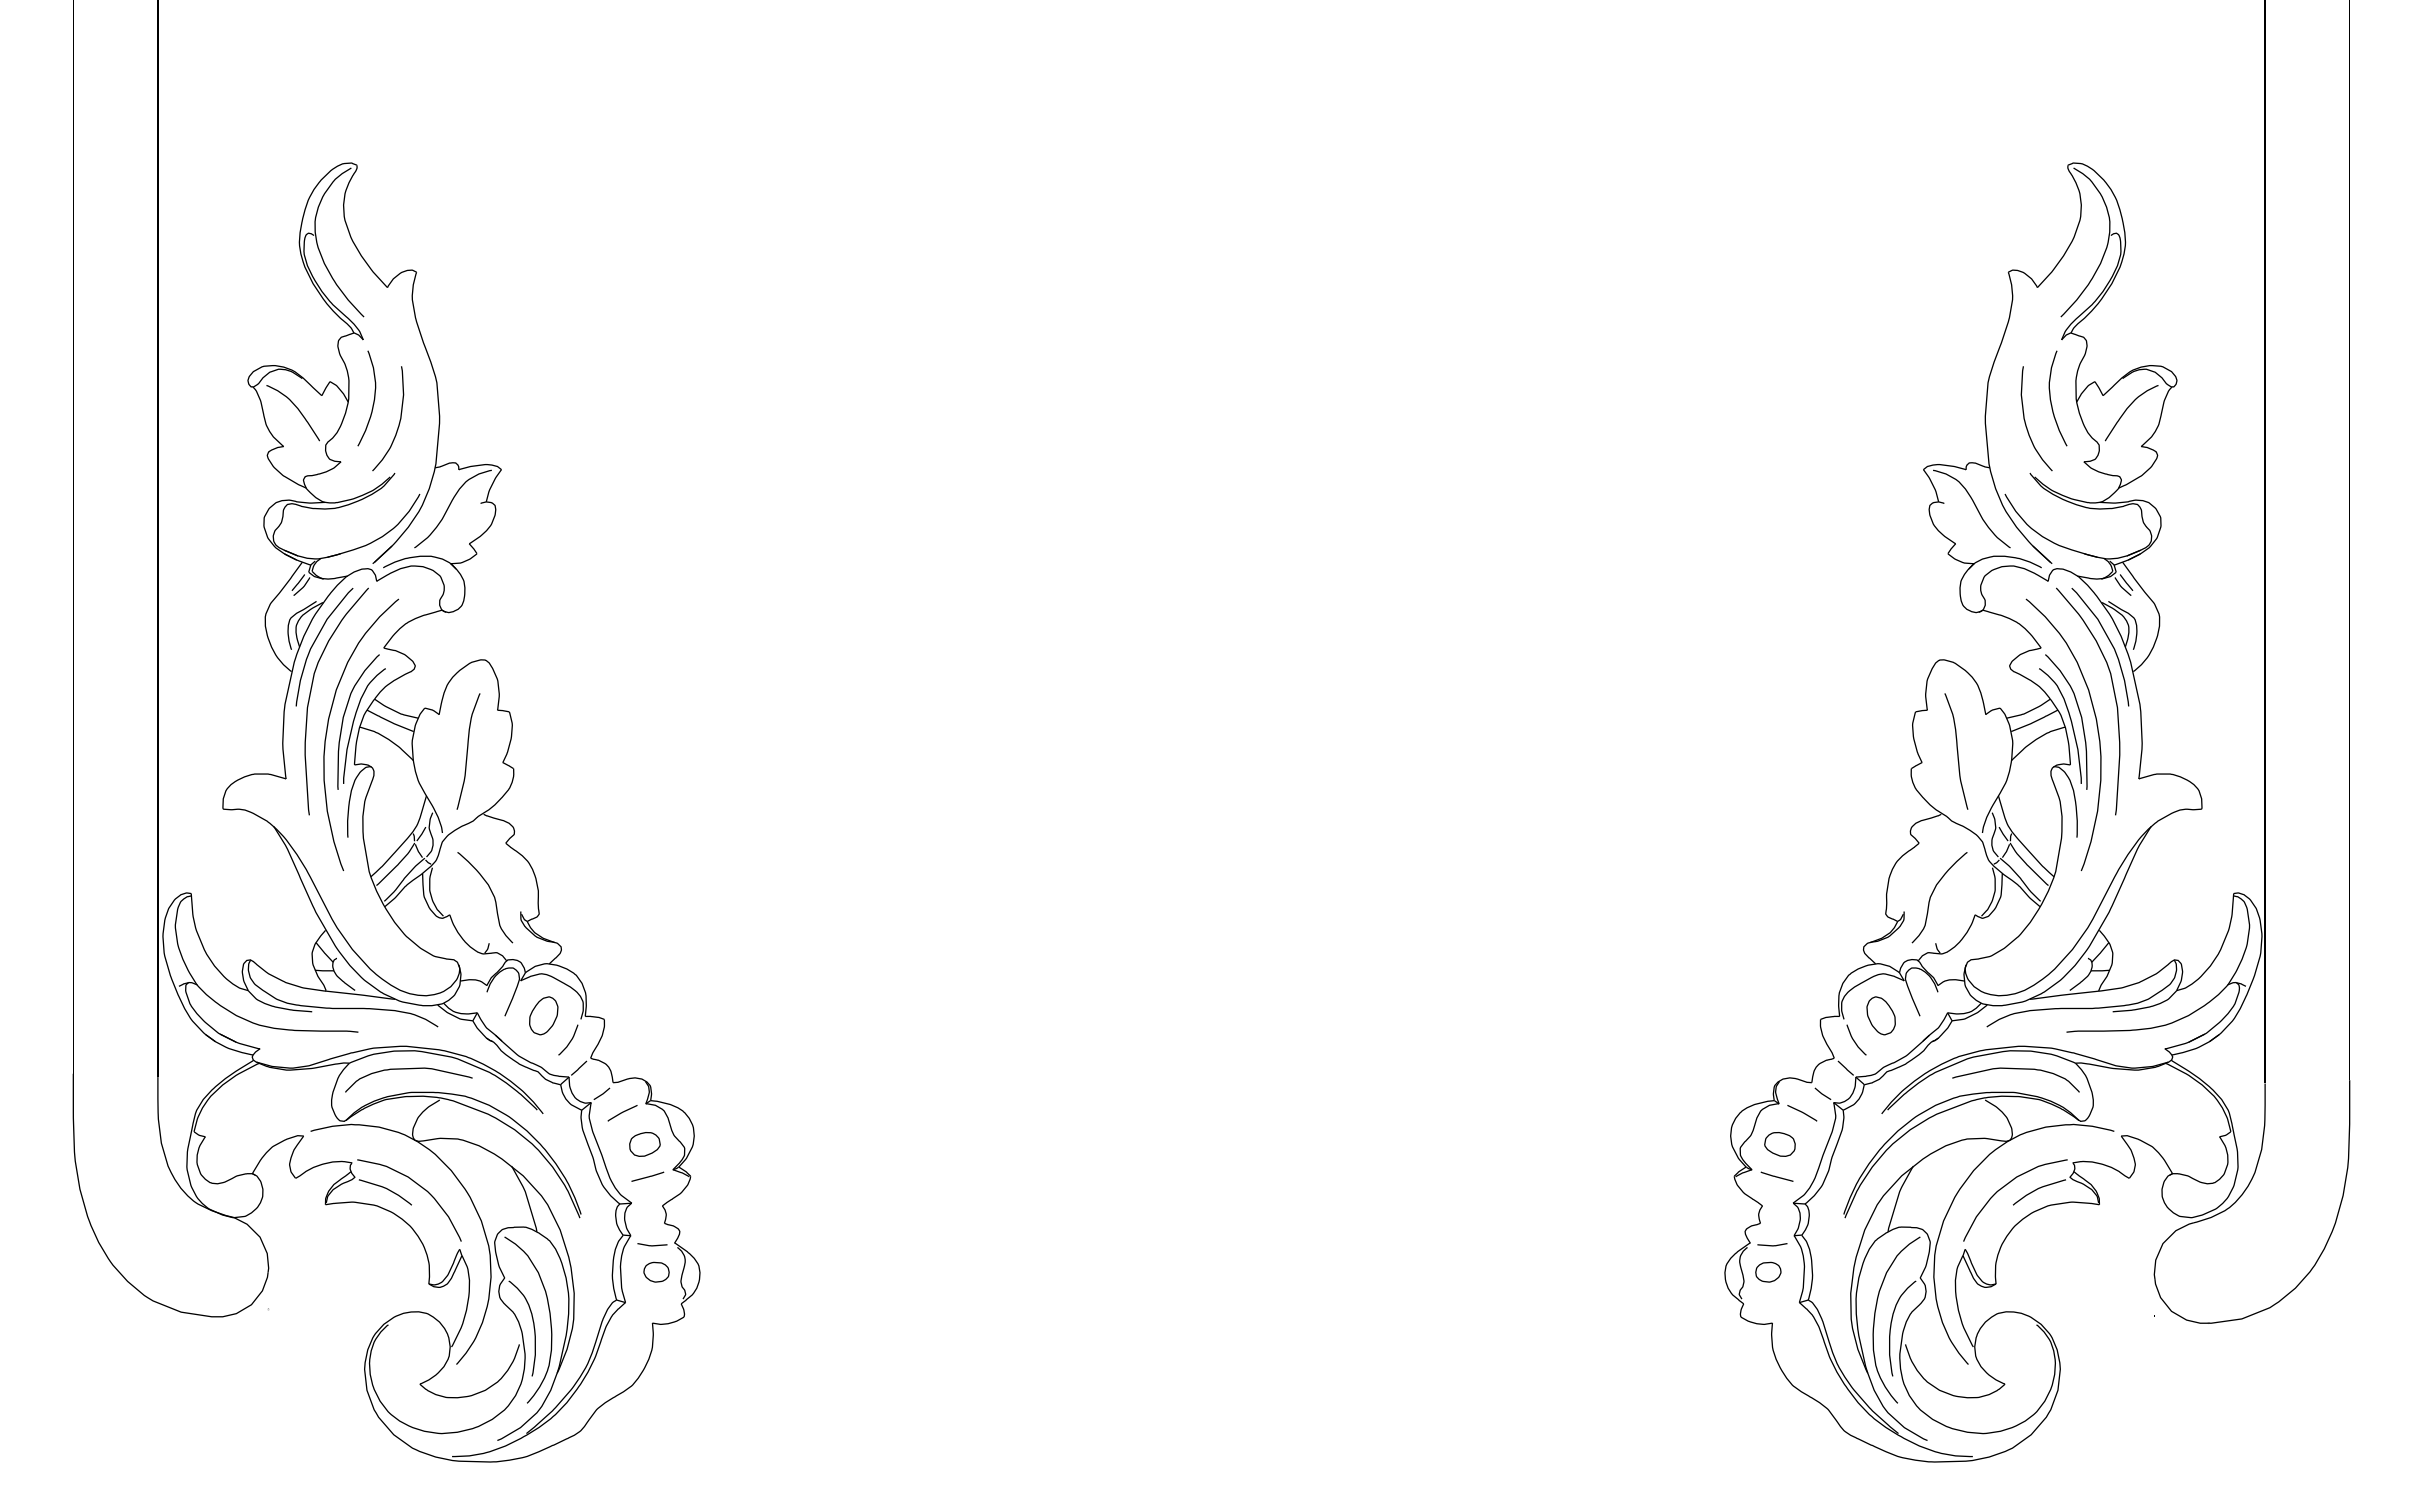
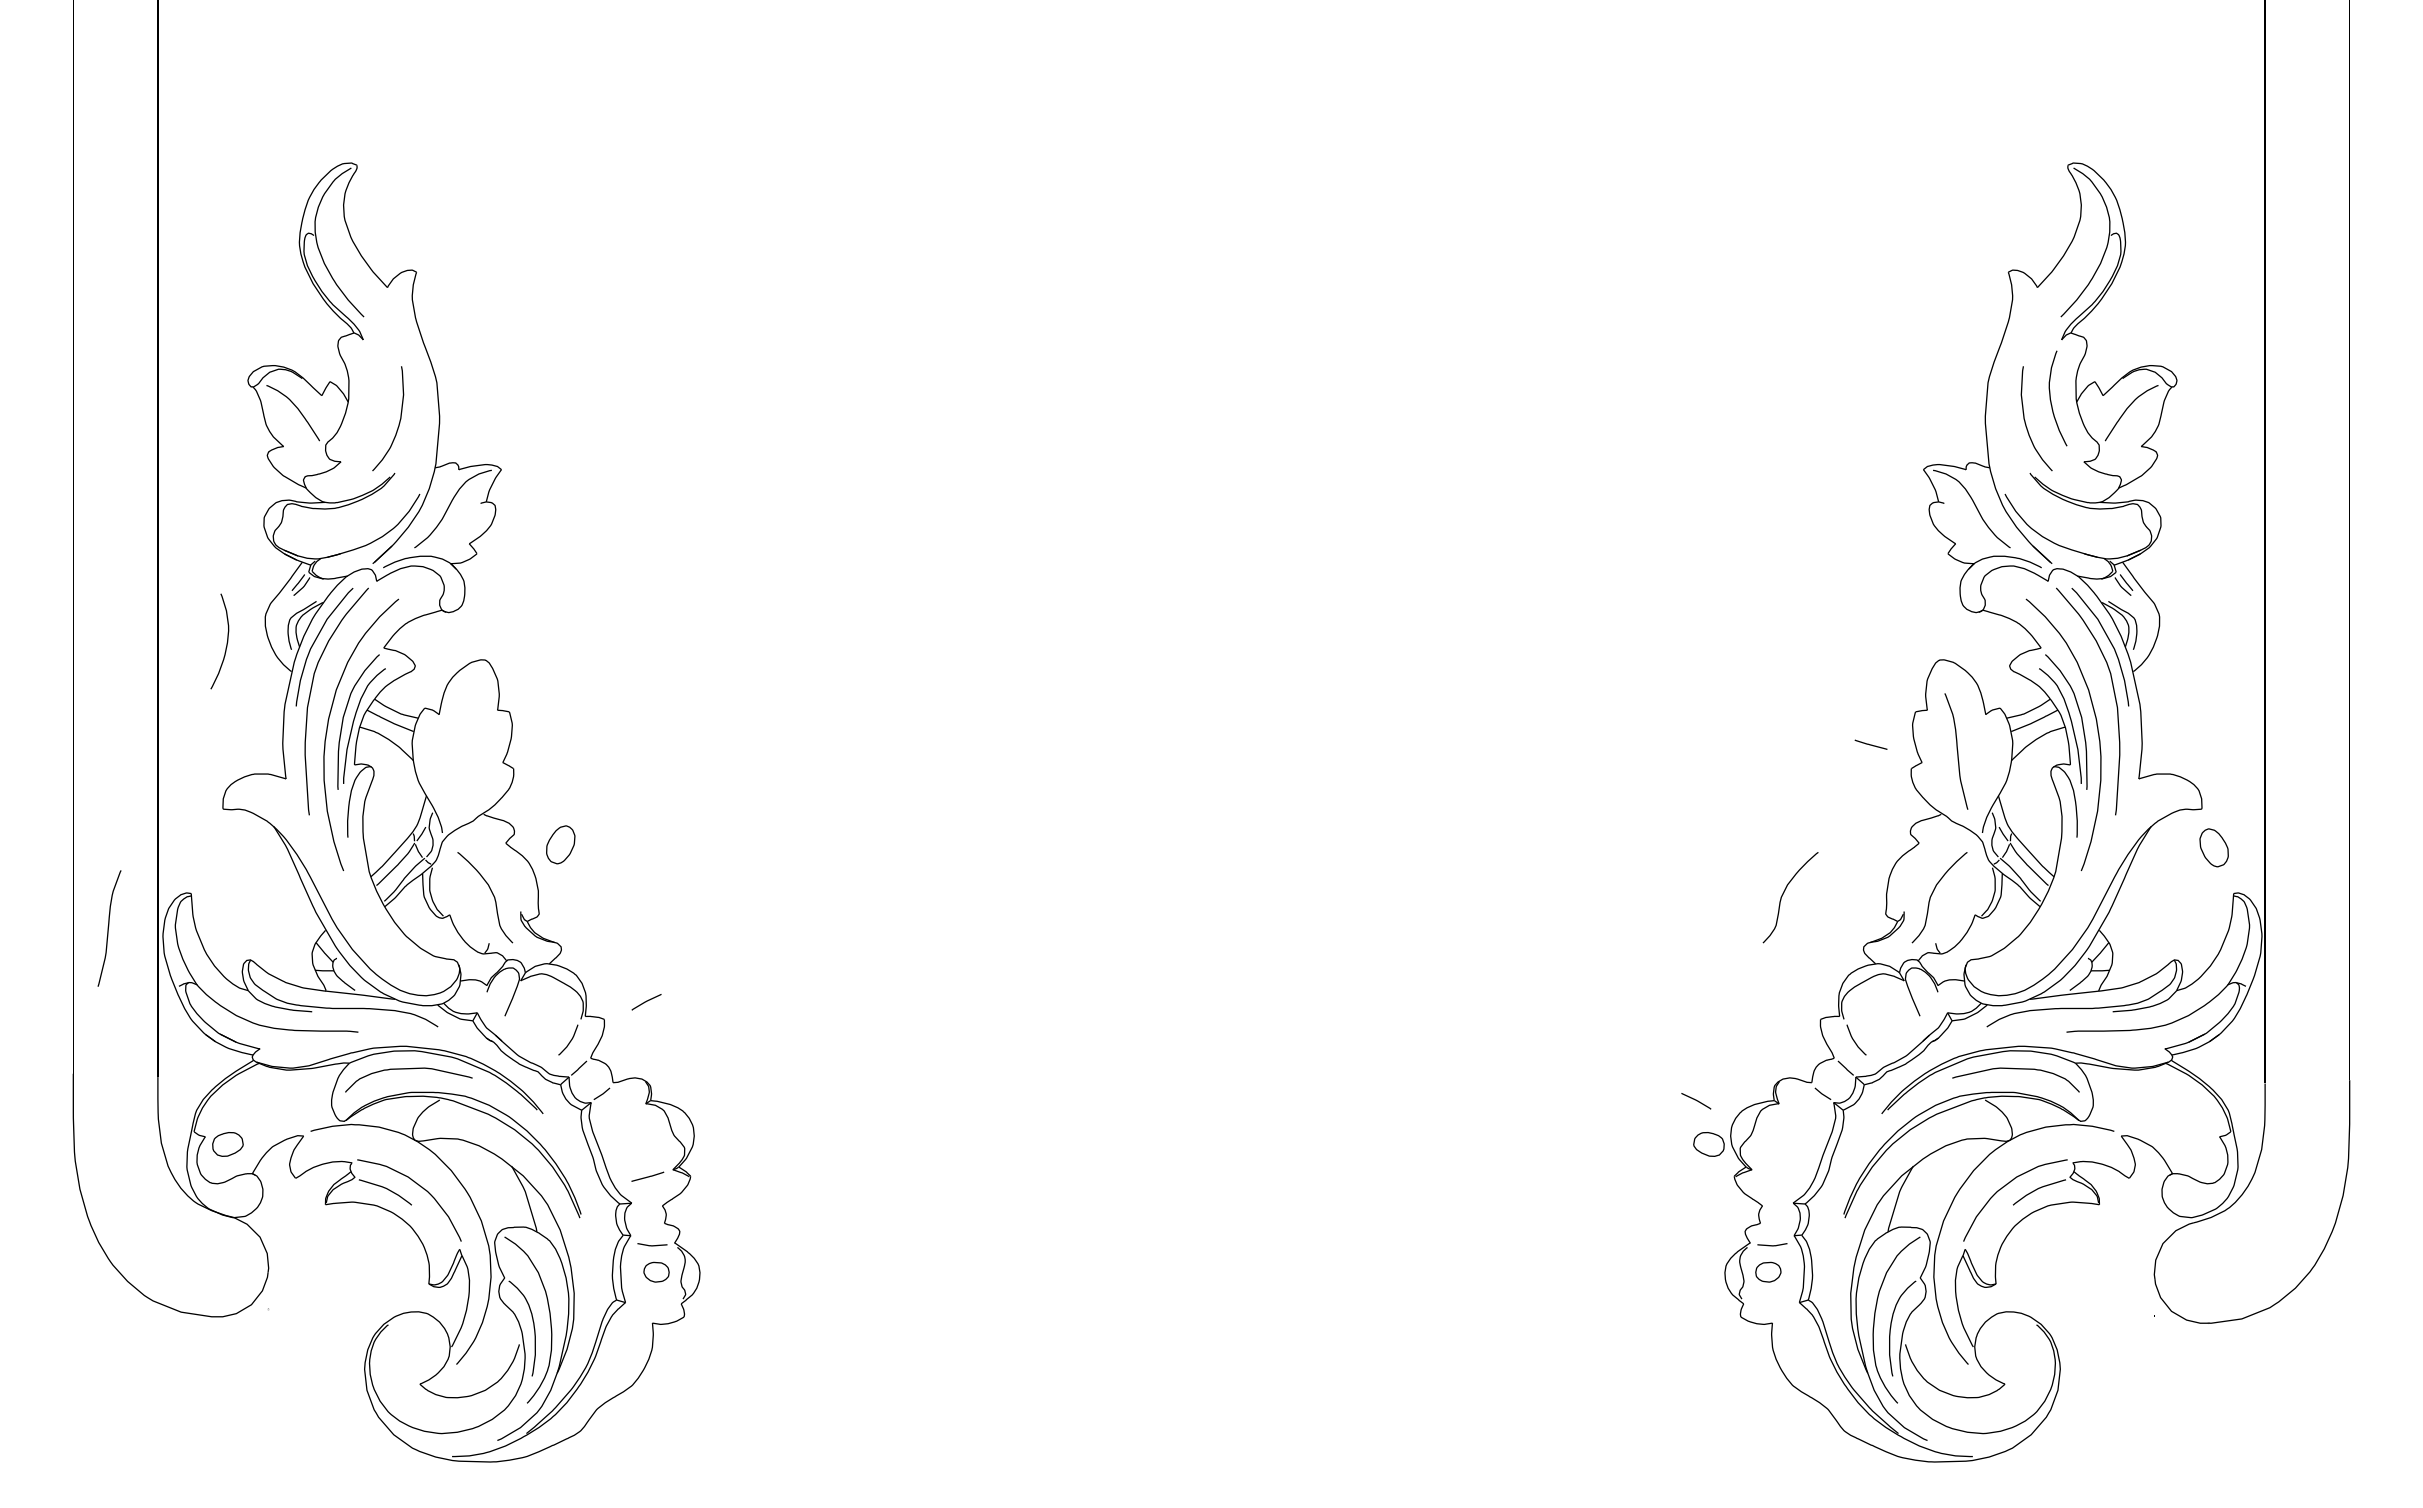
curve at (373, 399) position: (373, 399) -> (226, 642)
curve at (467, 751) position: (467, 751) -> (108, 928)
curve at (1783, 894): none -> present
part at (543, 1015) position: (543, 1015) -> (560, 844)
part at (1880, 1015) position: (1880, 1015) -> (2213, 847)
curve at (622, 1113) position: (622, 1113) -> (646, 1002)
curve at (1802, 1113) position: (1802, 1113) -> (1696, 1101)
part at (644, 1144) position: (644, 1144) -> (227, 1144)
part at (1779, 1144) position: (1779, 1144) -> (1708, 1144)
line at (1776, 1176) position: (1776, 1176) -> (1870, 744)
